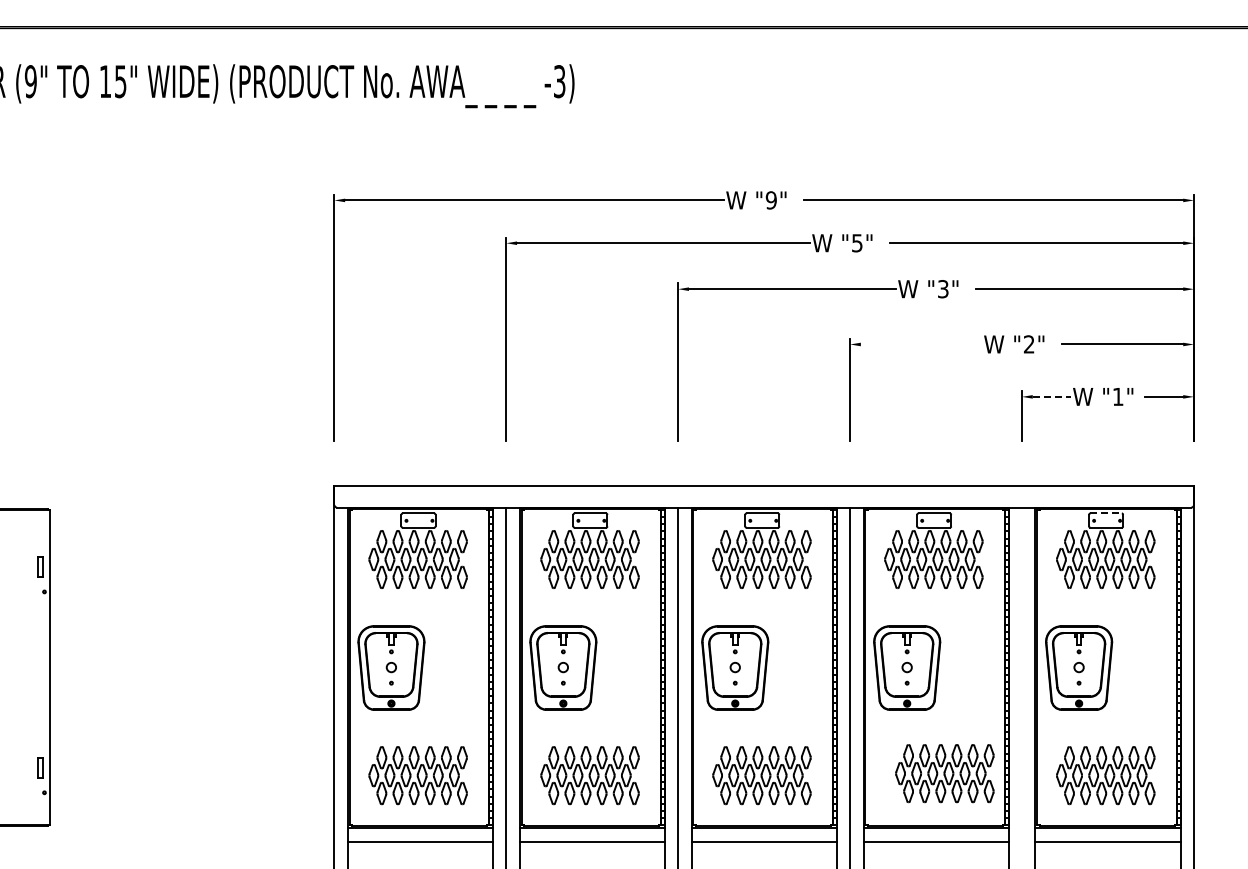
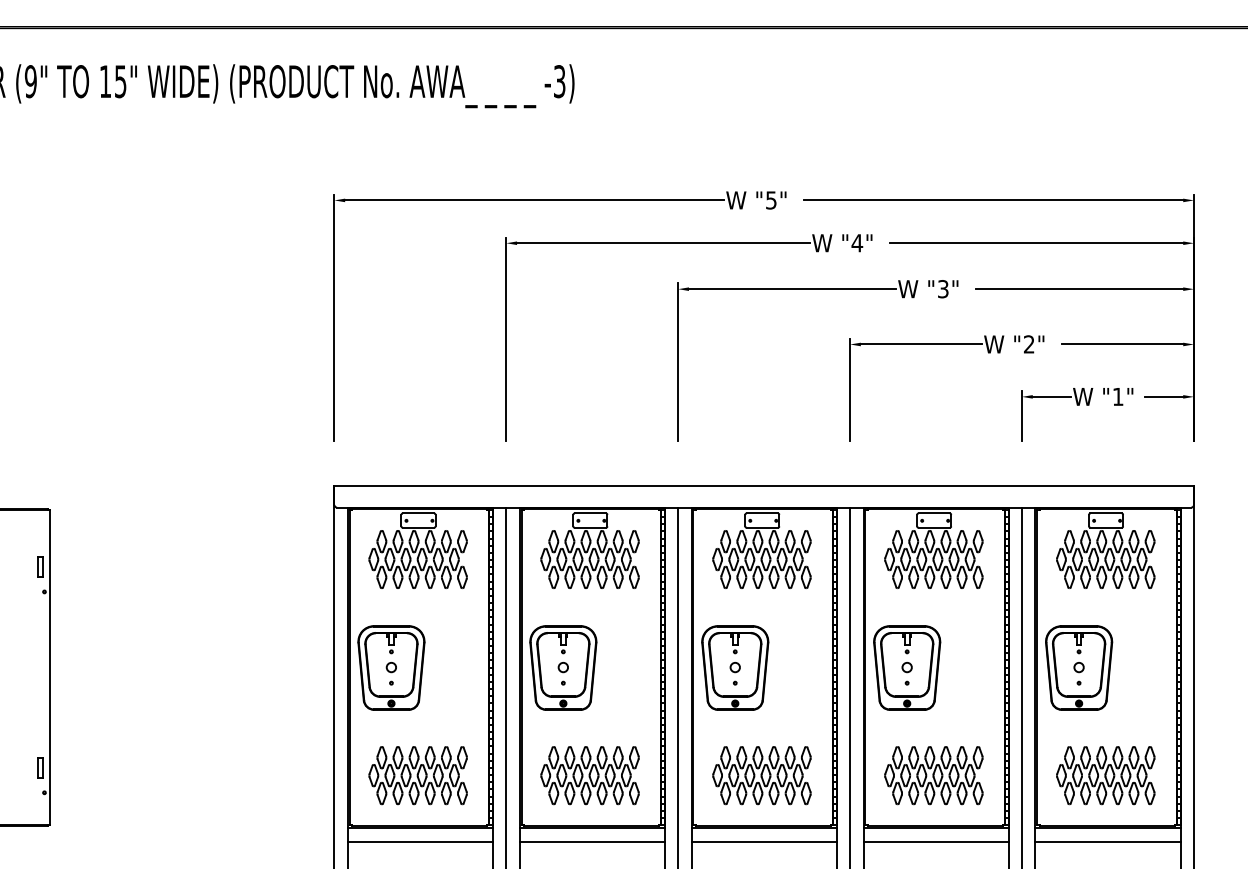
text at (770, 200): "9" -> "5"
text at (857, 243): "5" -> "4"
line at (920, 344): none -> present
line at (1052, 396): dashed -> solid
line at (1106, 513): dashed -> solid
line at (1022, 686): none -> present
part at (944, 773) position: (944, 773) -> (933, 775)
